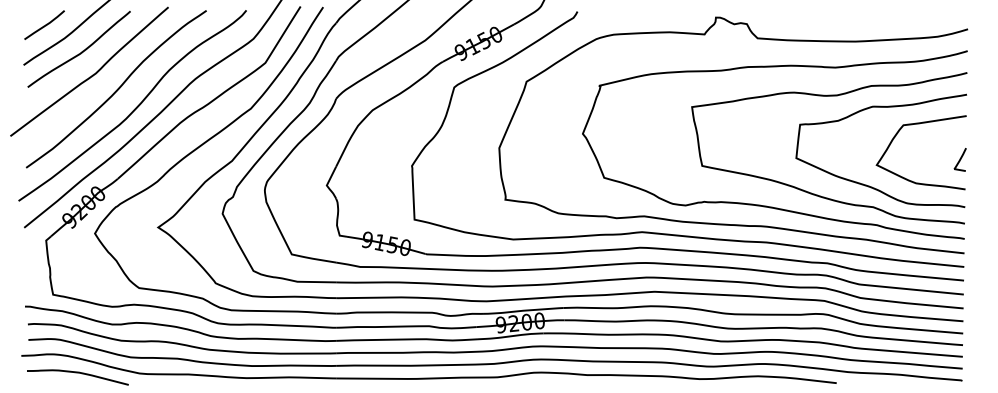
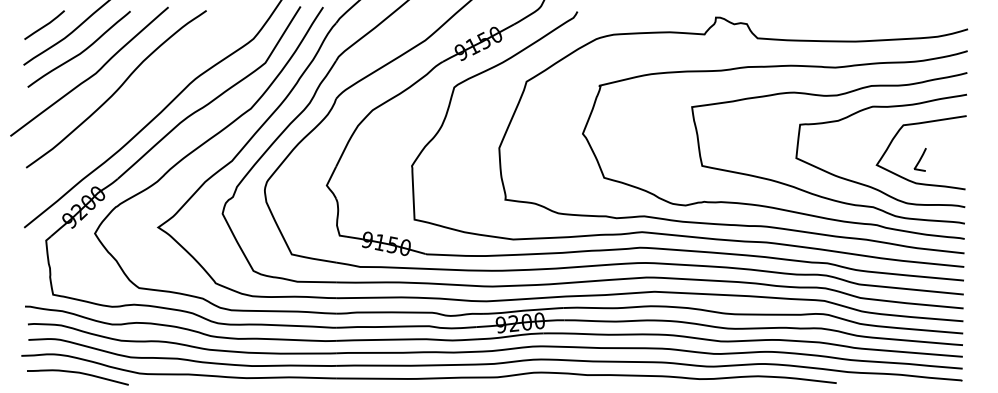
curve at (135, 107): present -> none
curve at (959, 159) position: (959, 159) -> (919, 159)
